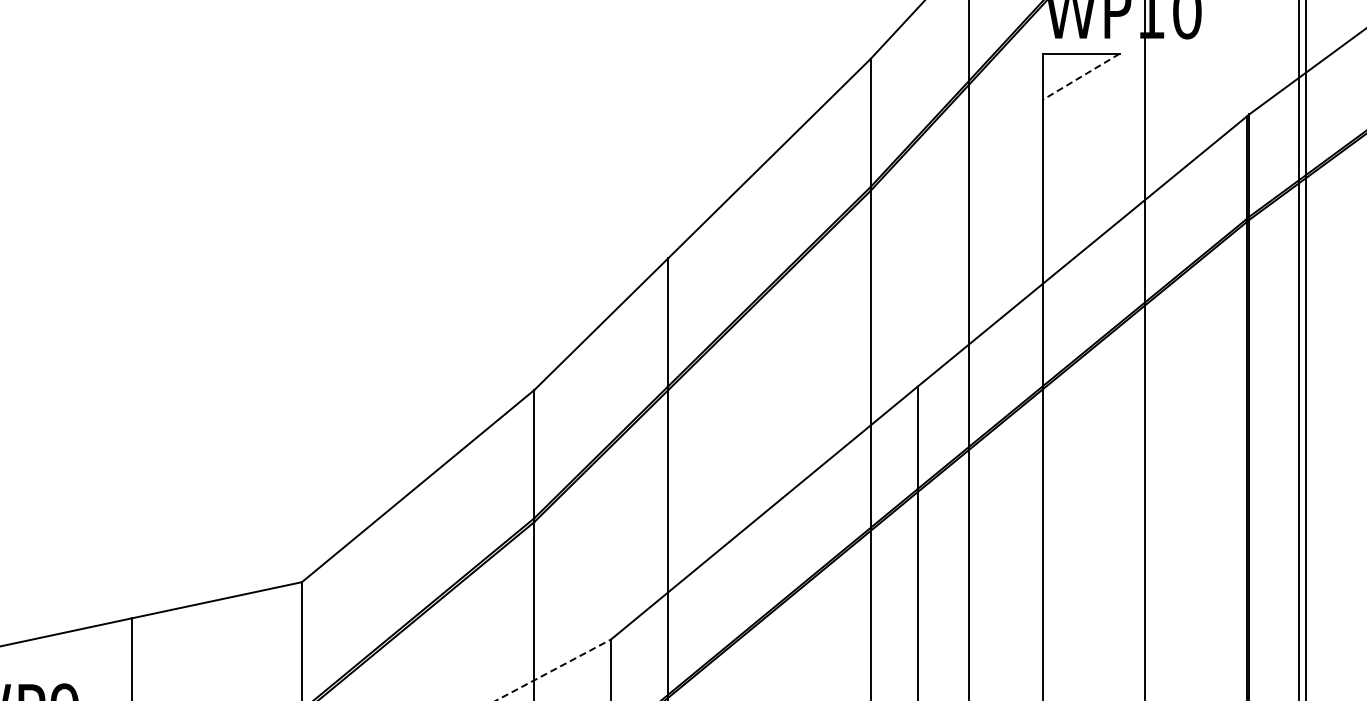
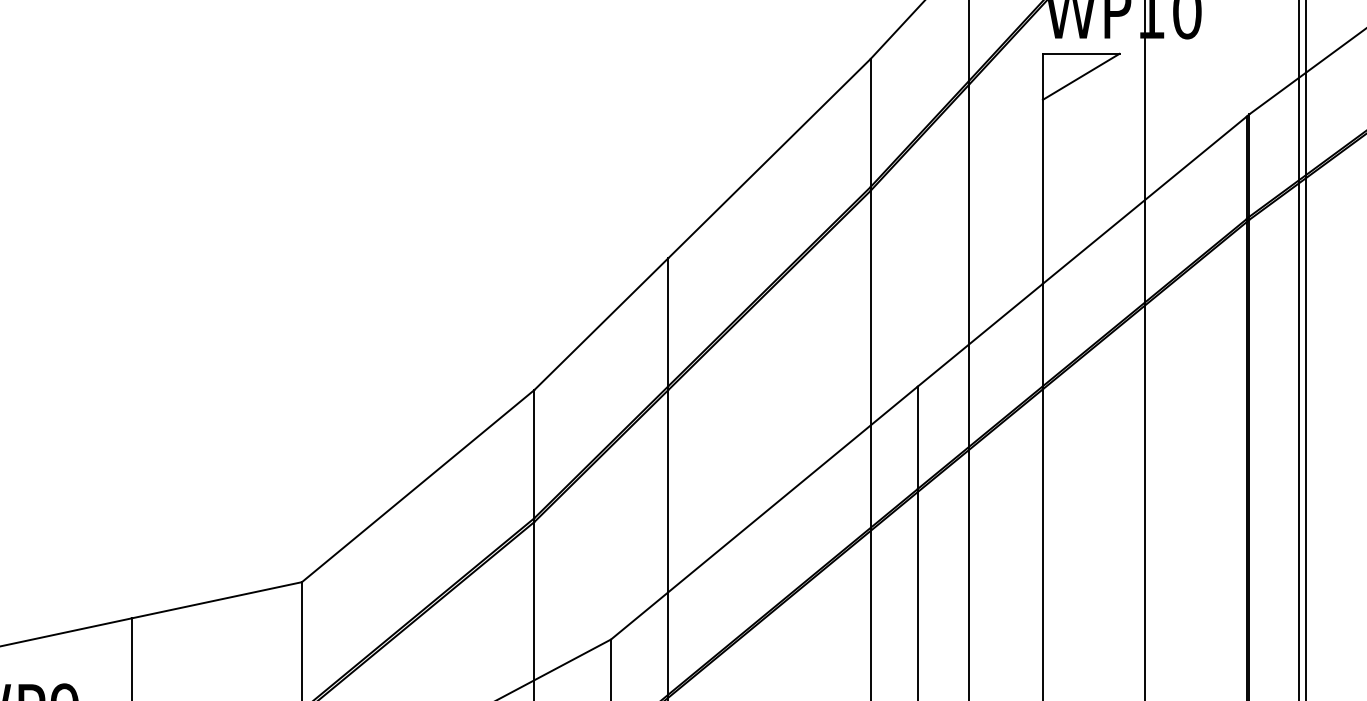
line at (1081, 76): dashed -> solid
line at (553, 670): dashed -> solid
